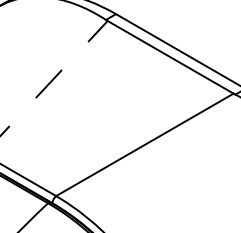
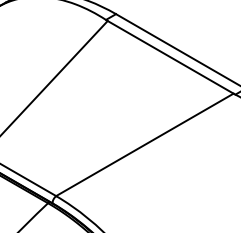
line at (54, 78): dashed -> solid
